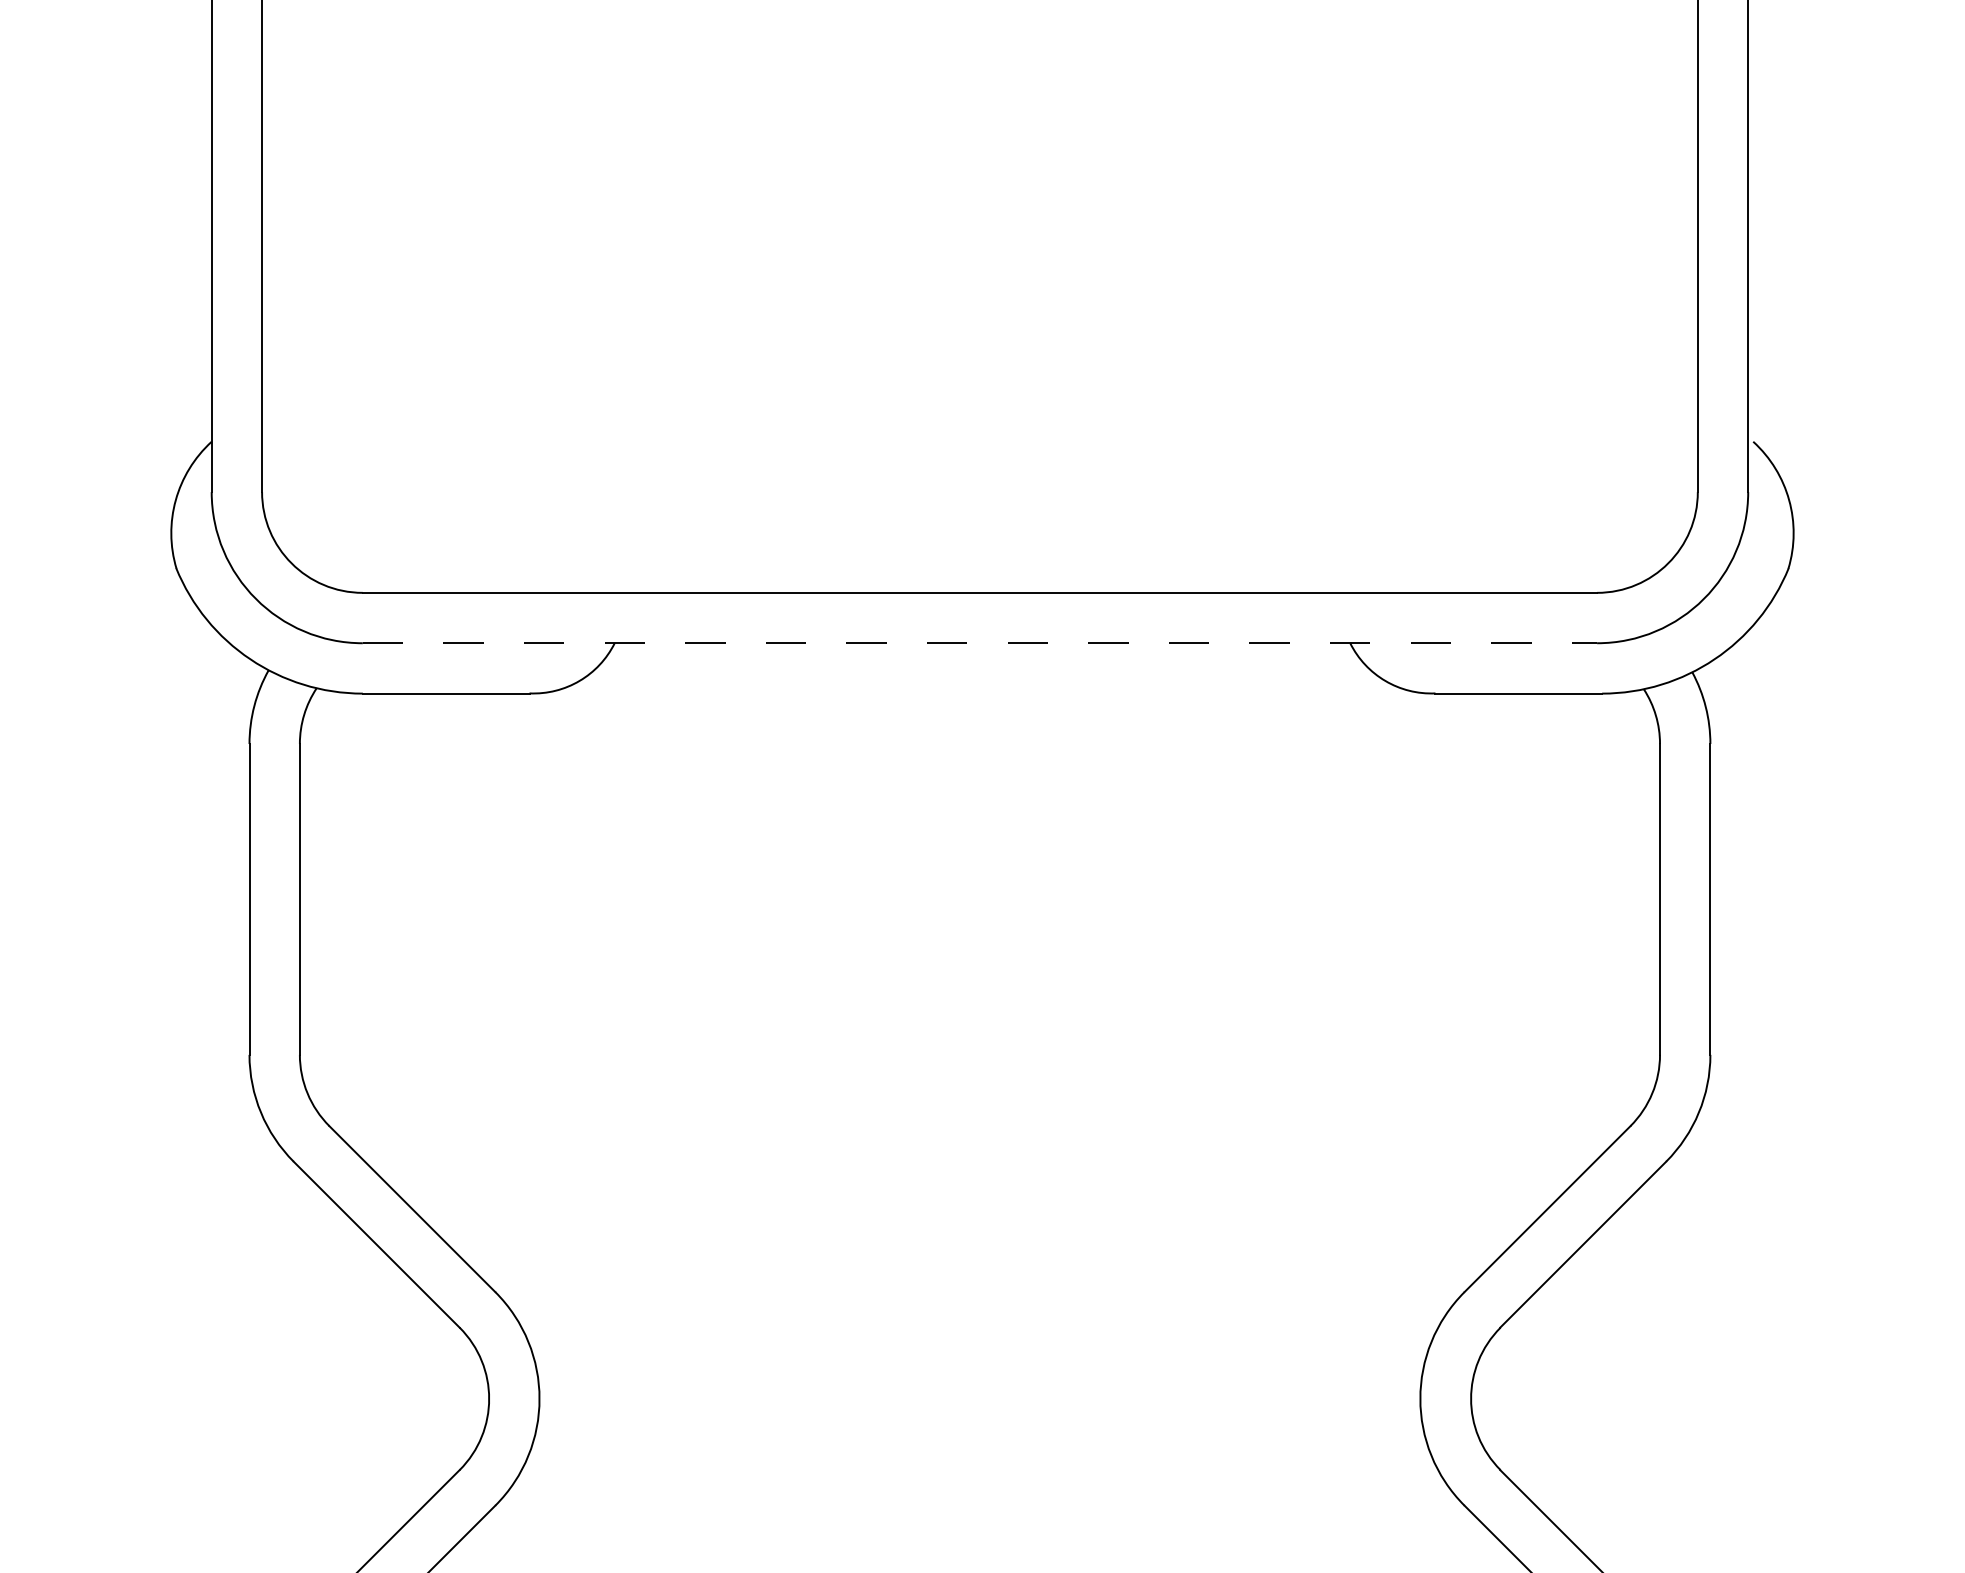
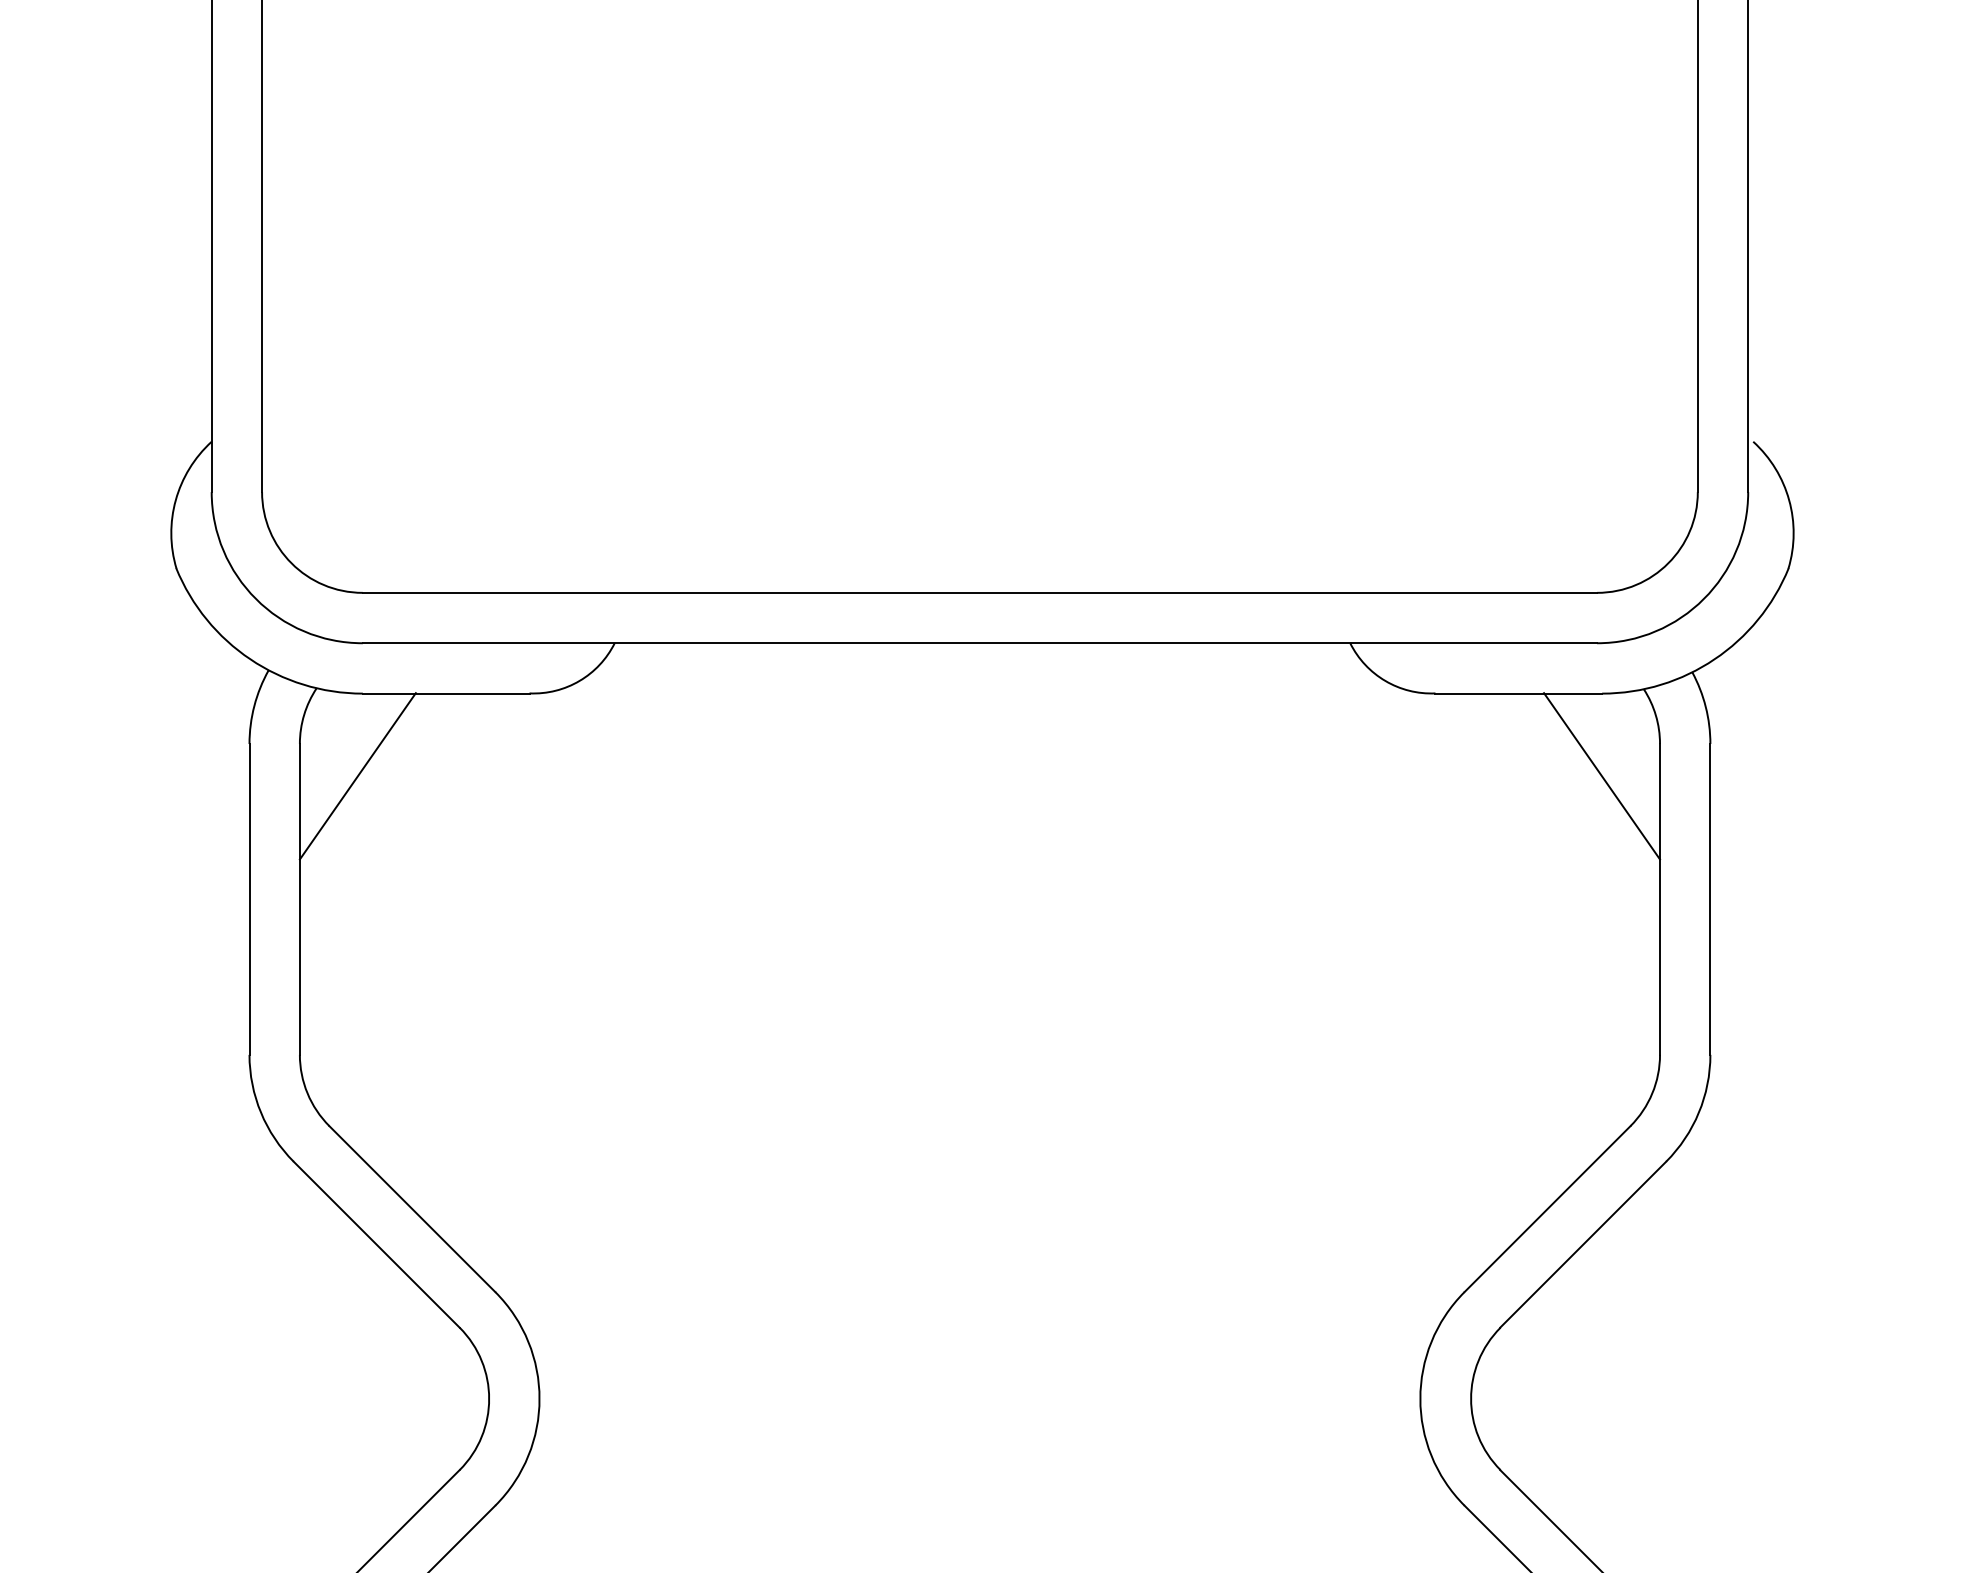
line at (980, 643): dashed -> solid
line at (357, 776): none -> present
line at (1602, 776): none -> present
